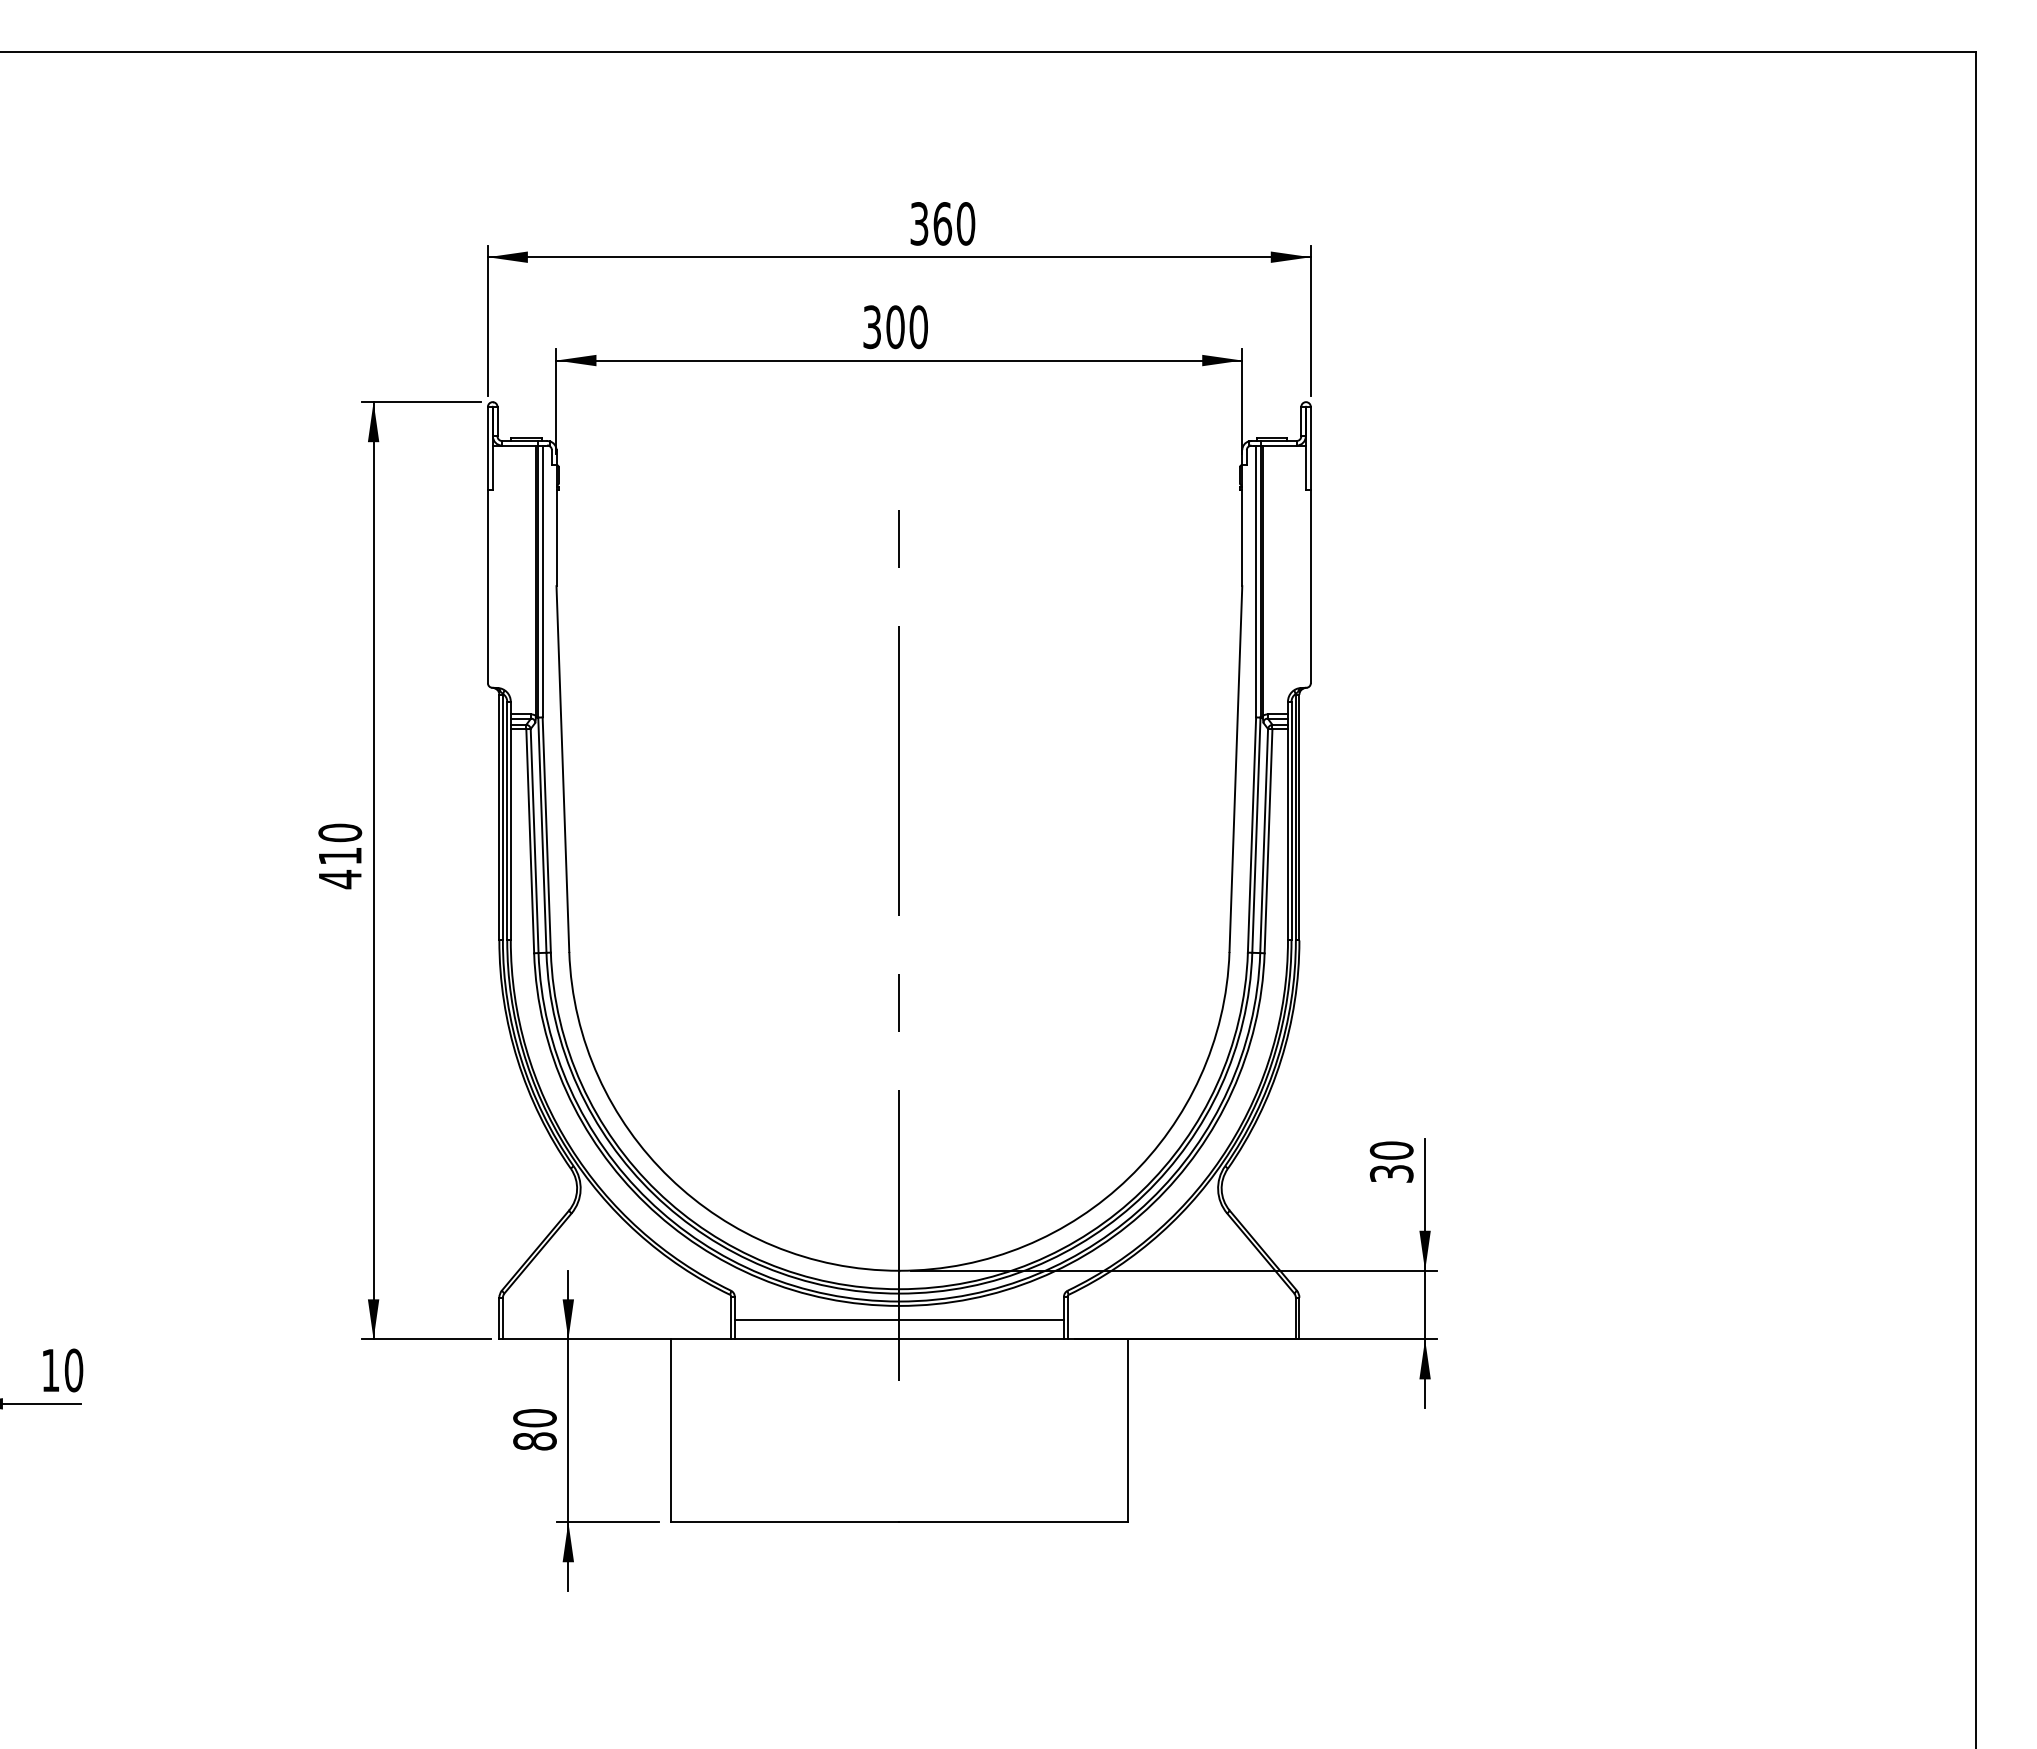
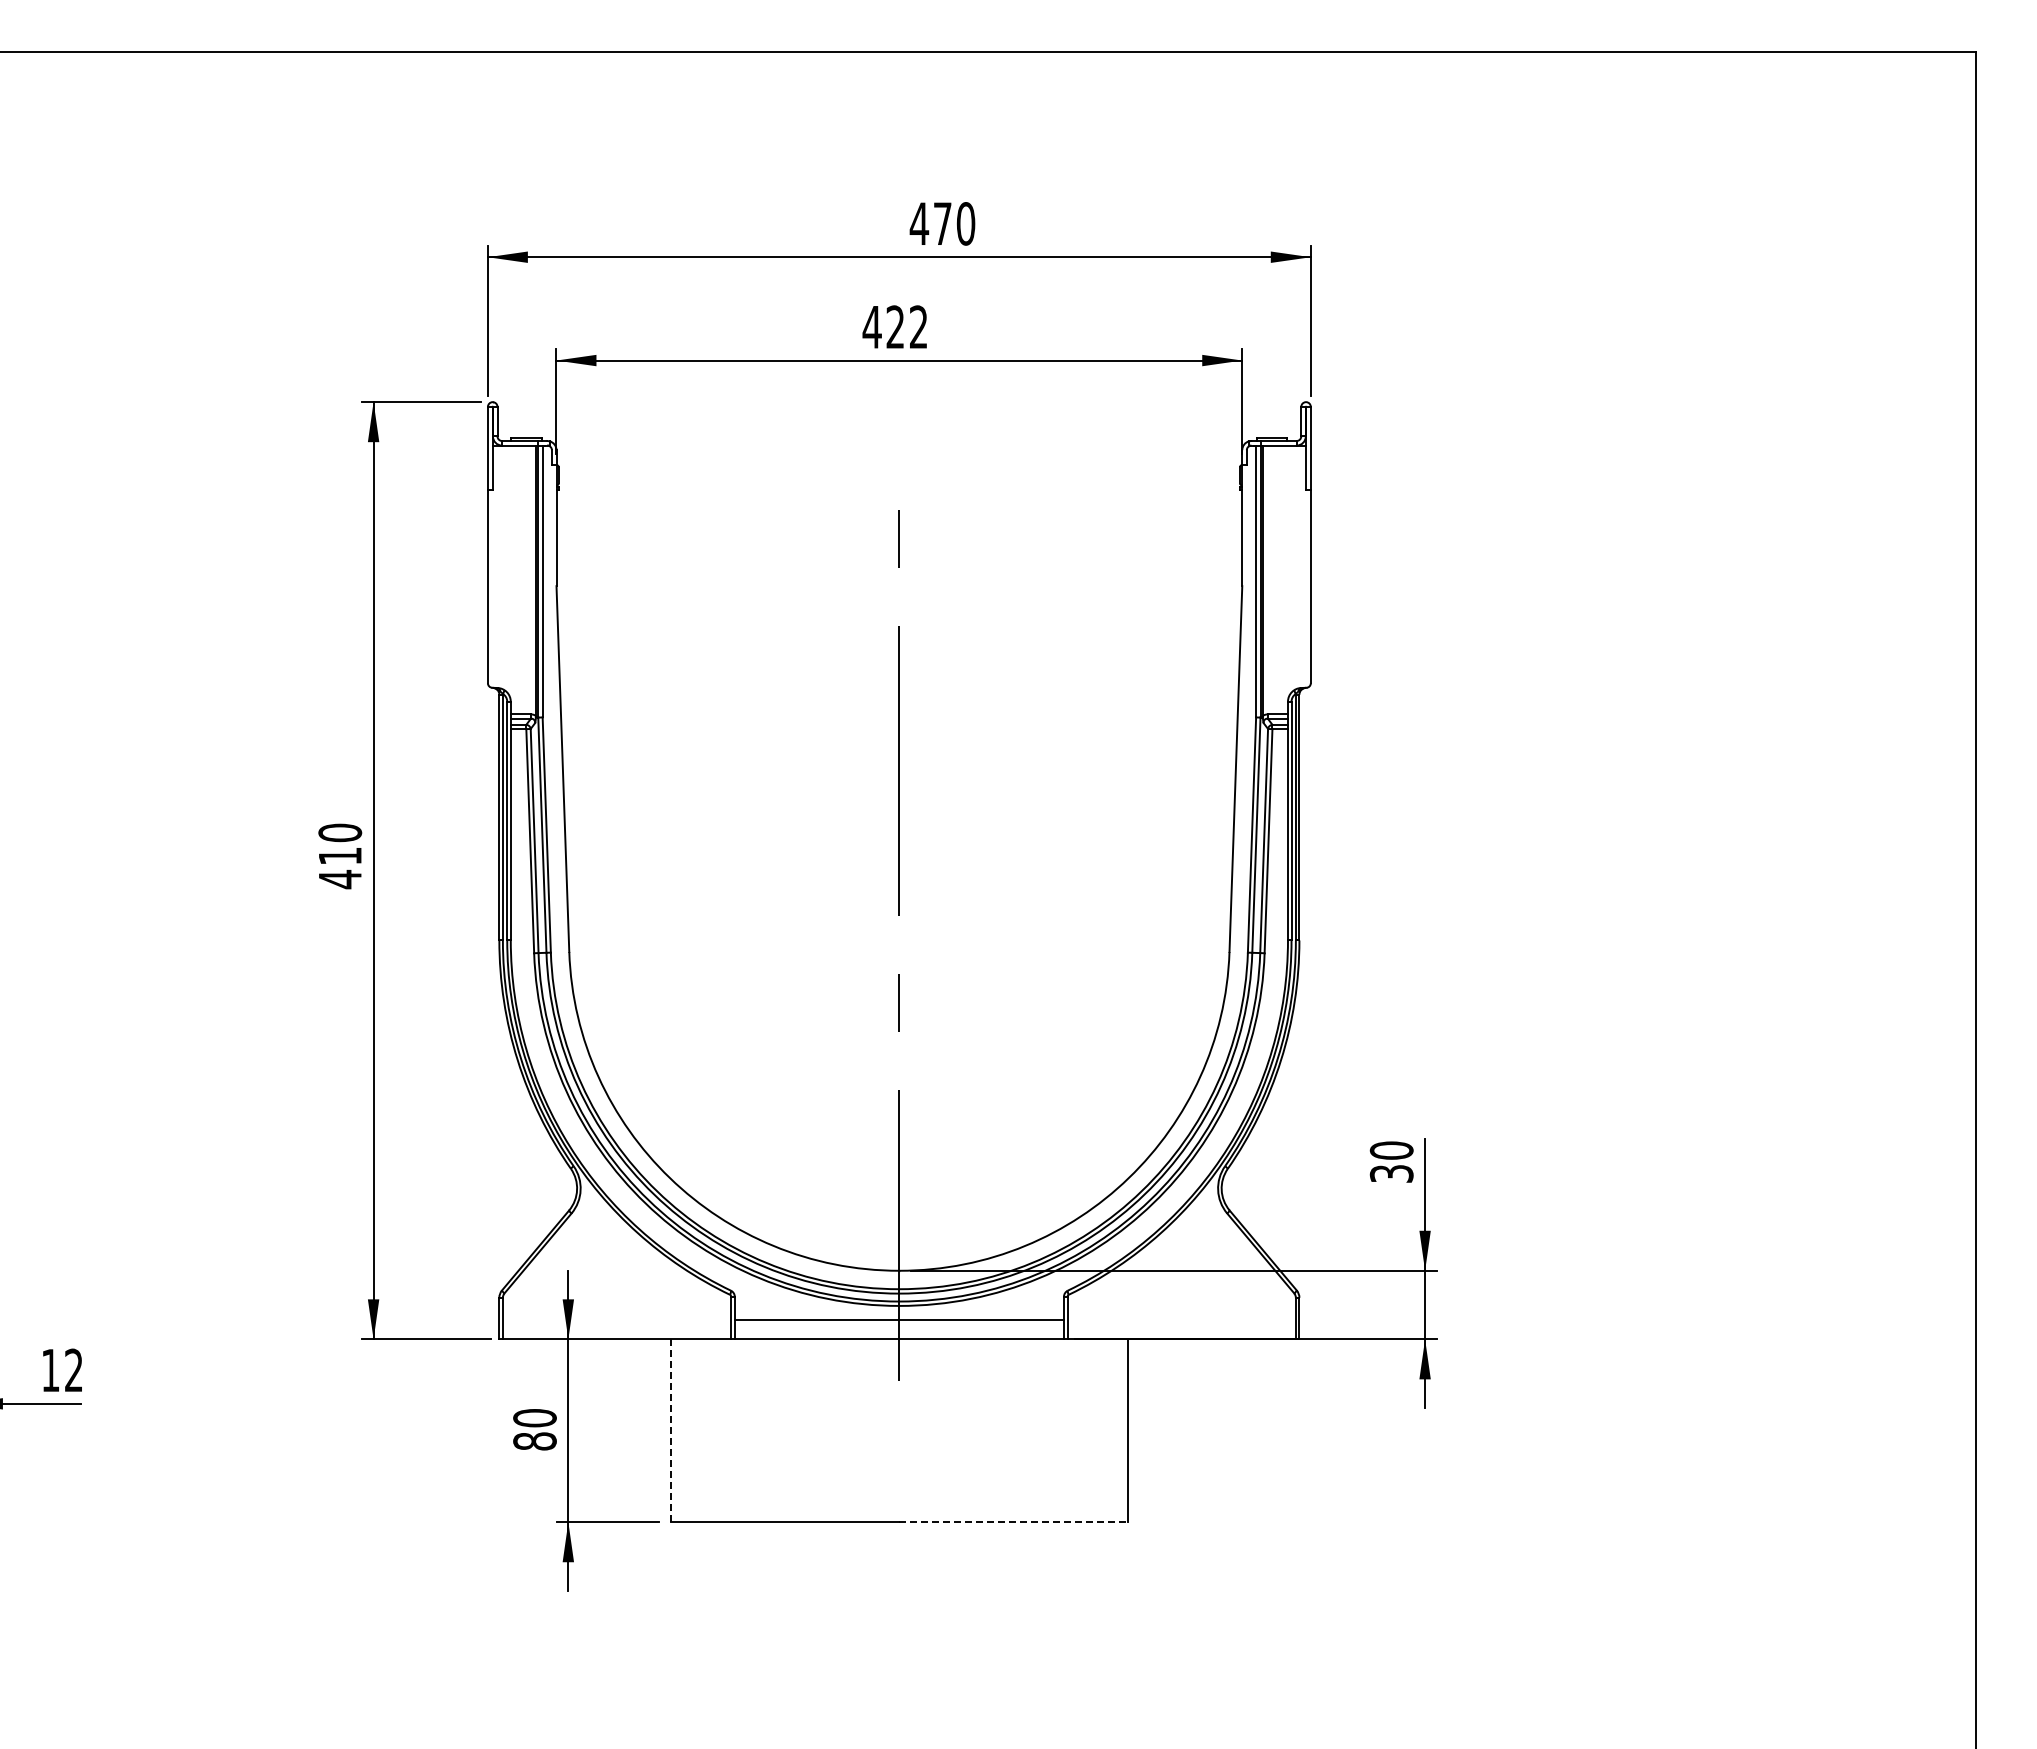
text at (930, 223): 360 -> 470
text at (894, 327): 300 -> 422
text at (73, 1370): 10 -> 12
line at (670, 1431): solid -> dashed
line at (1014, 1522): solid -> dashed
